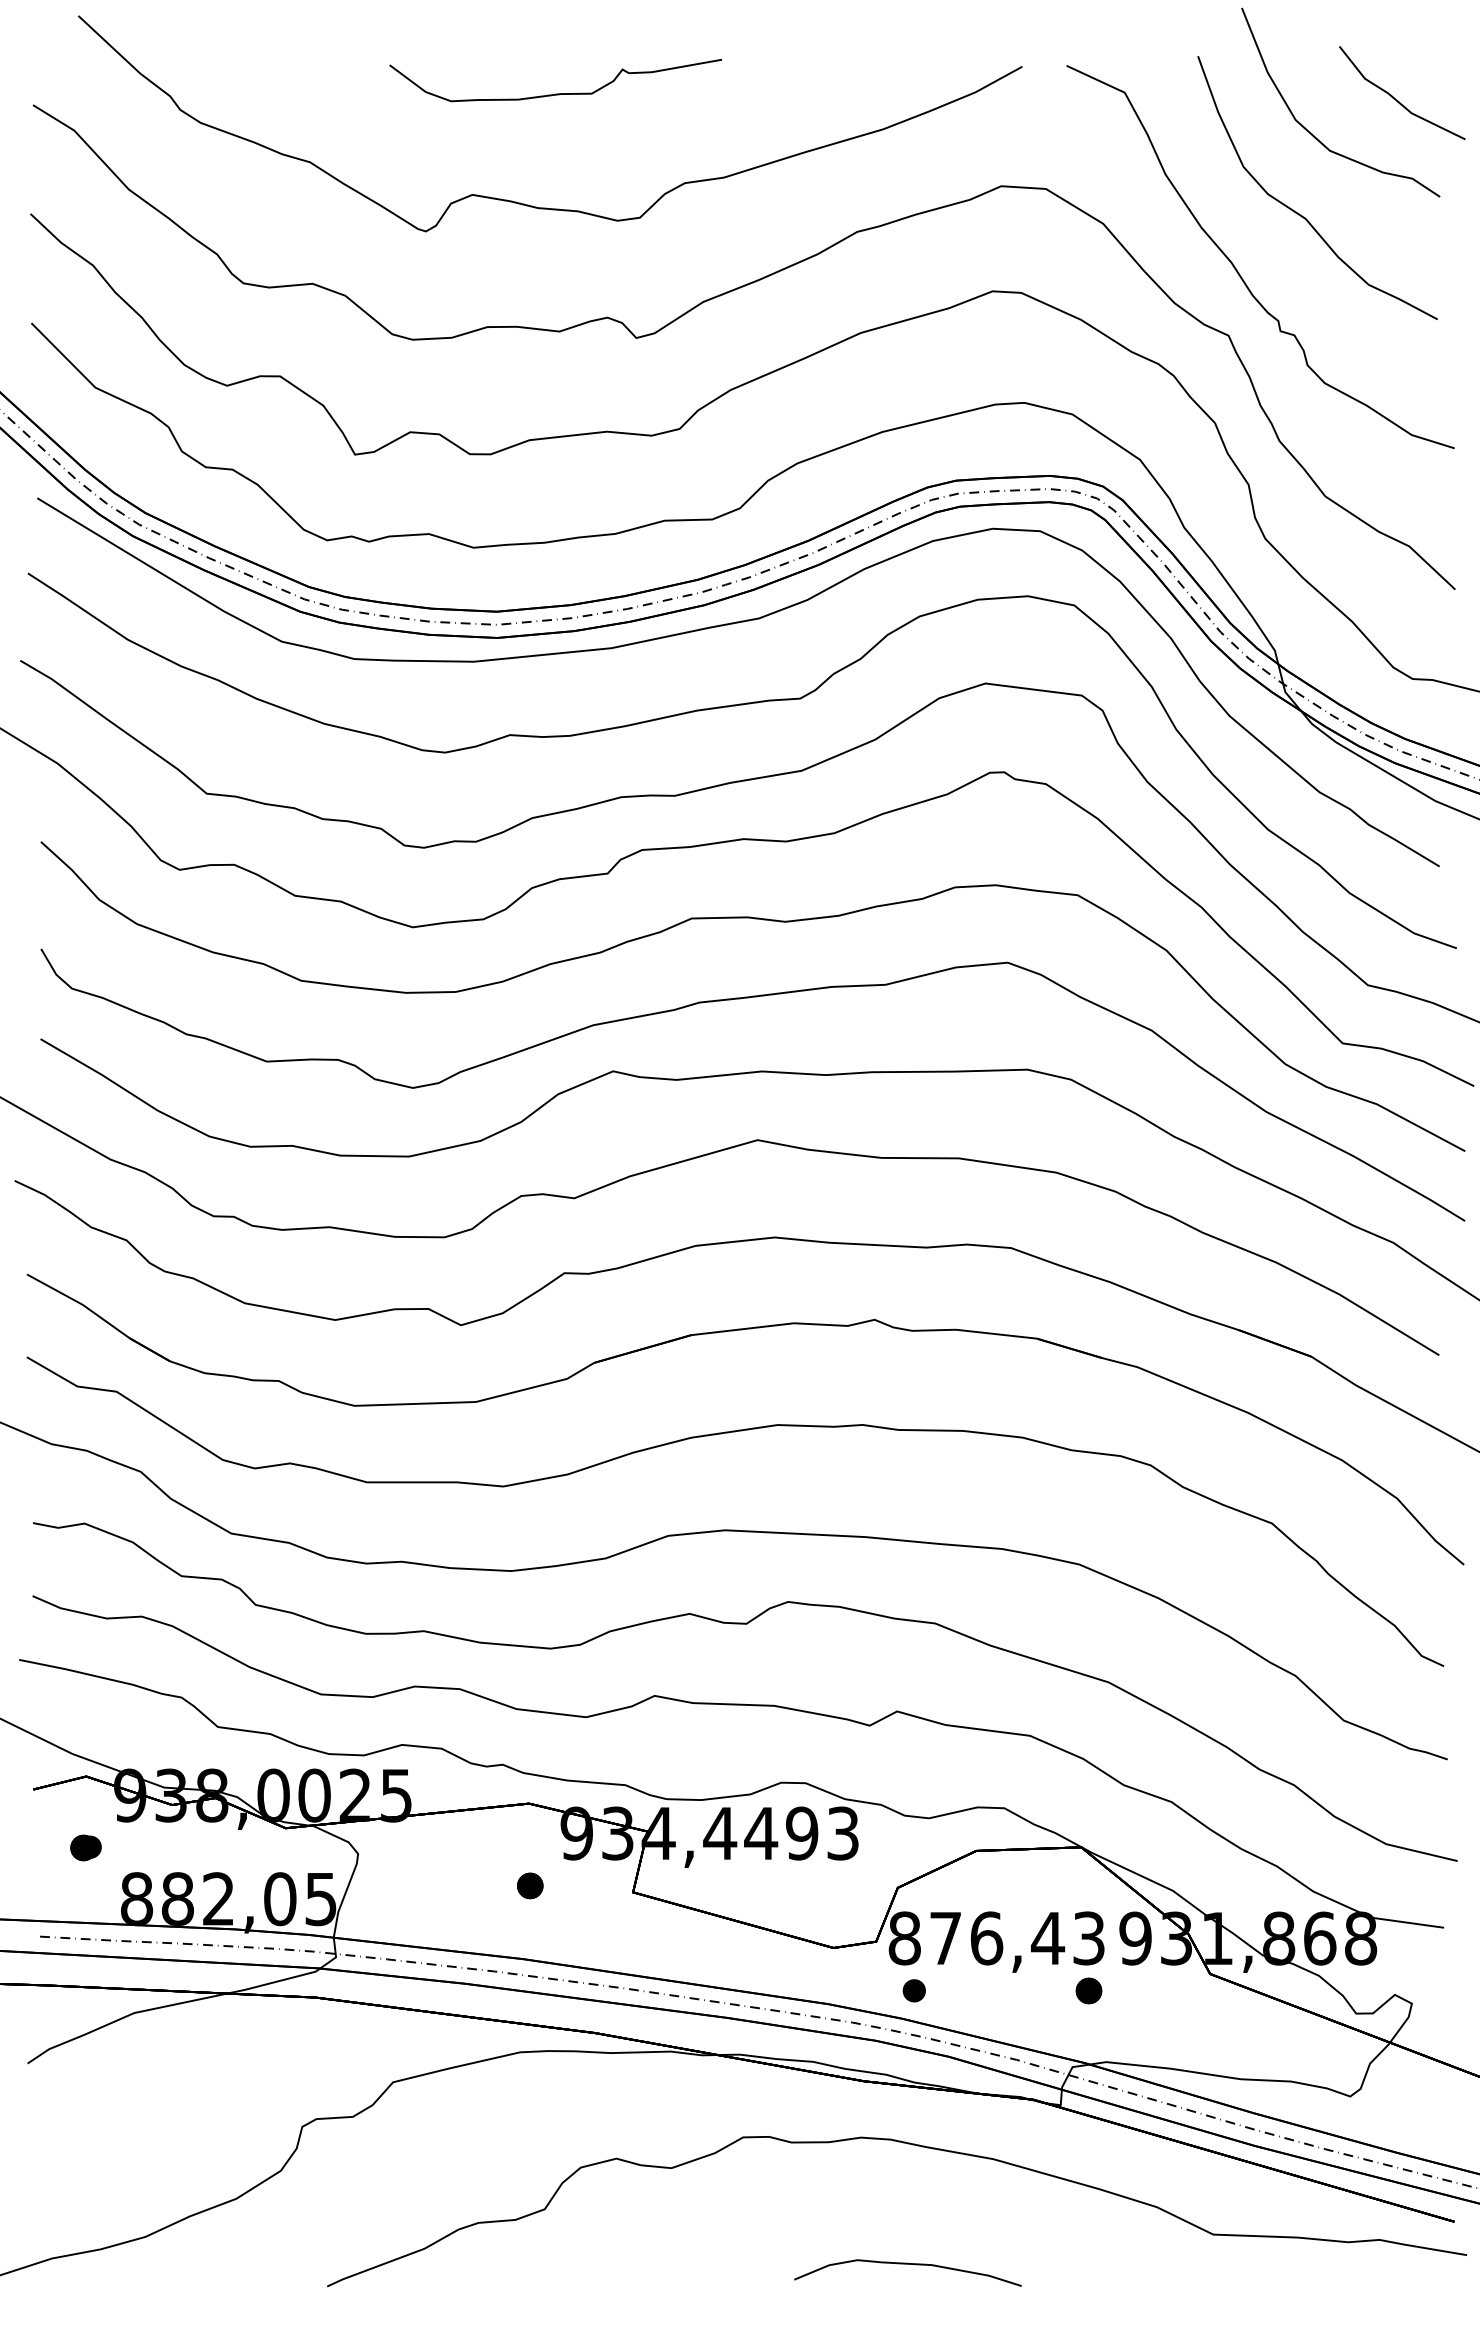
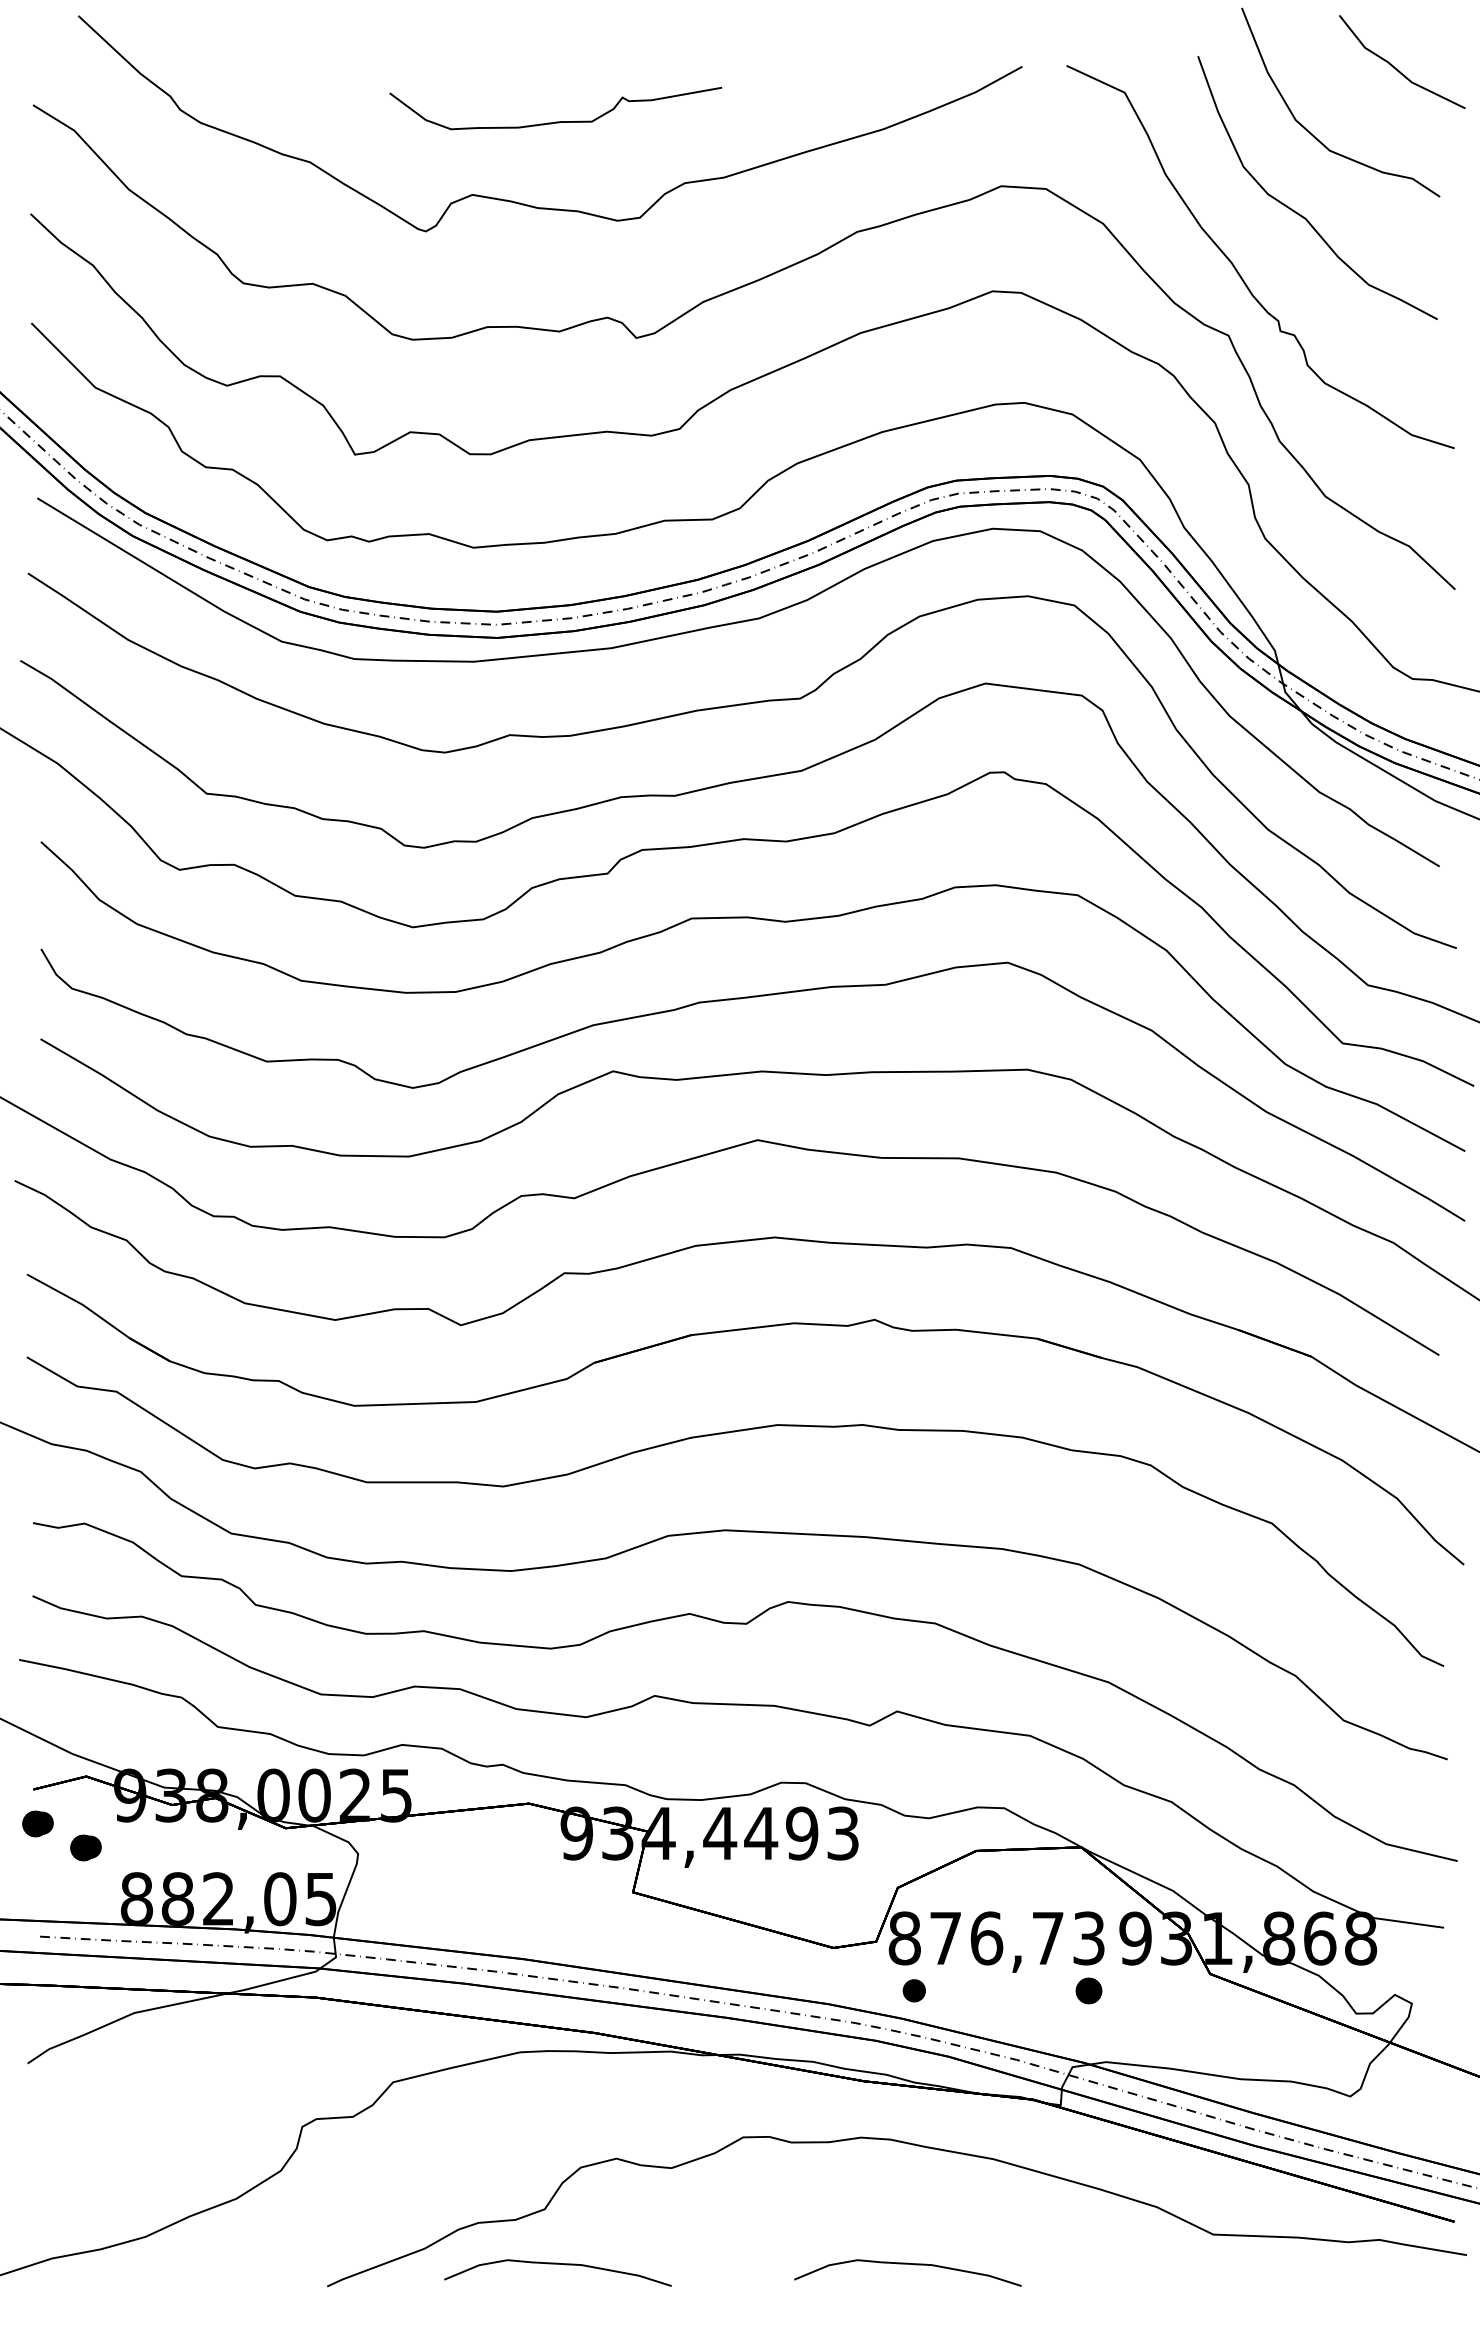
curve at (555, 93) position: (555, 93) -> (555, 121)
line at (1398, 100) position: (1398, 100) -> (1398, 69)
part at (37, 1823): none -> present
part at (530, 1885): present -> none
text at (1048, 1938): 876,43 -> 876,73
curve at (557, 2264): none -> present
